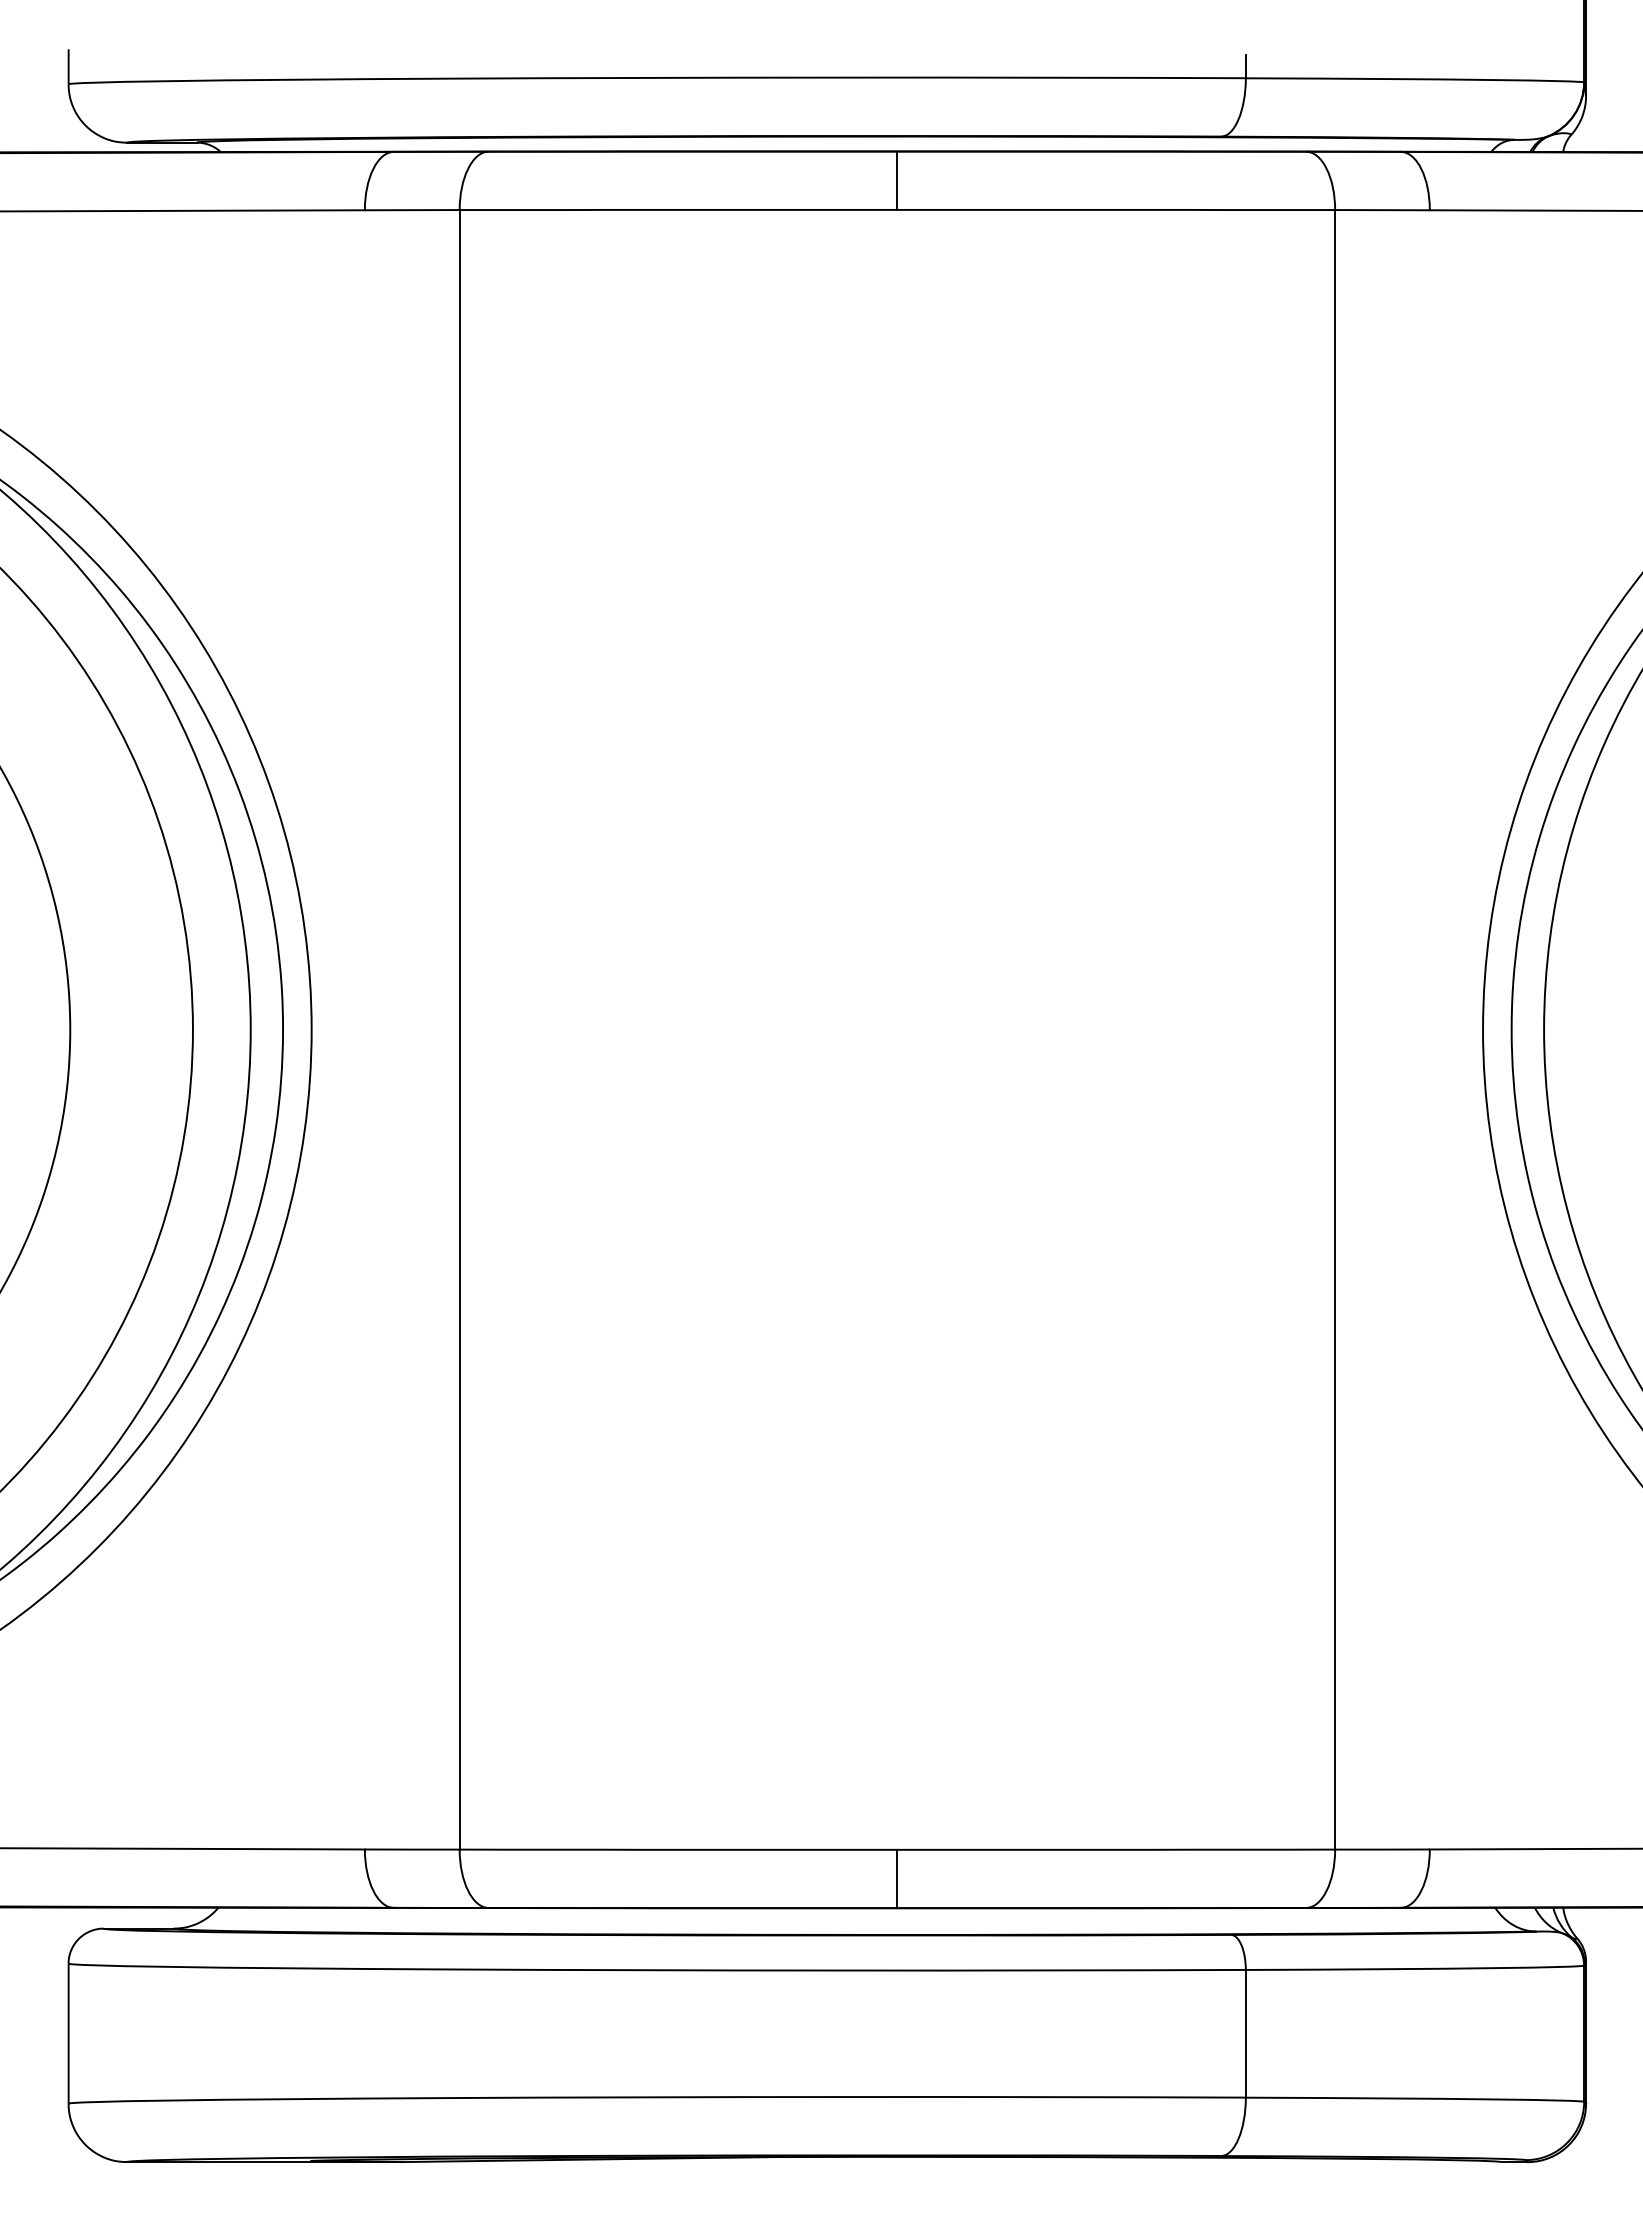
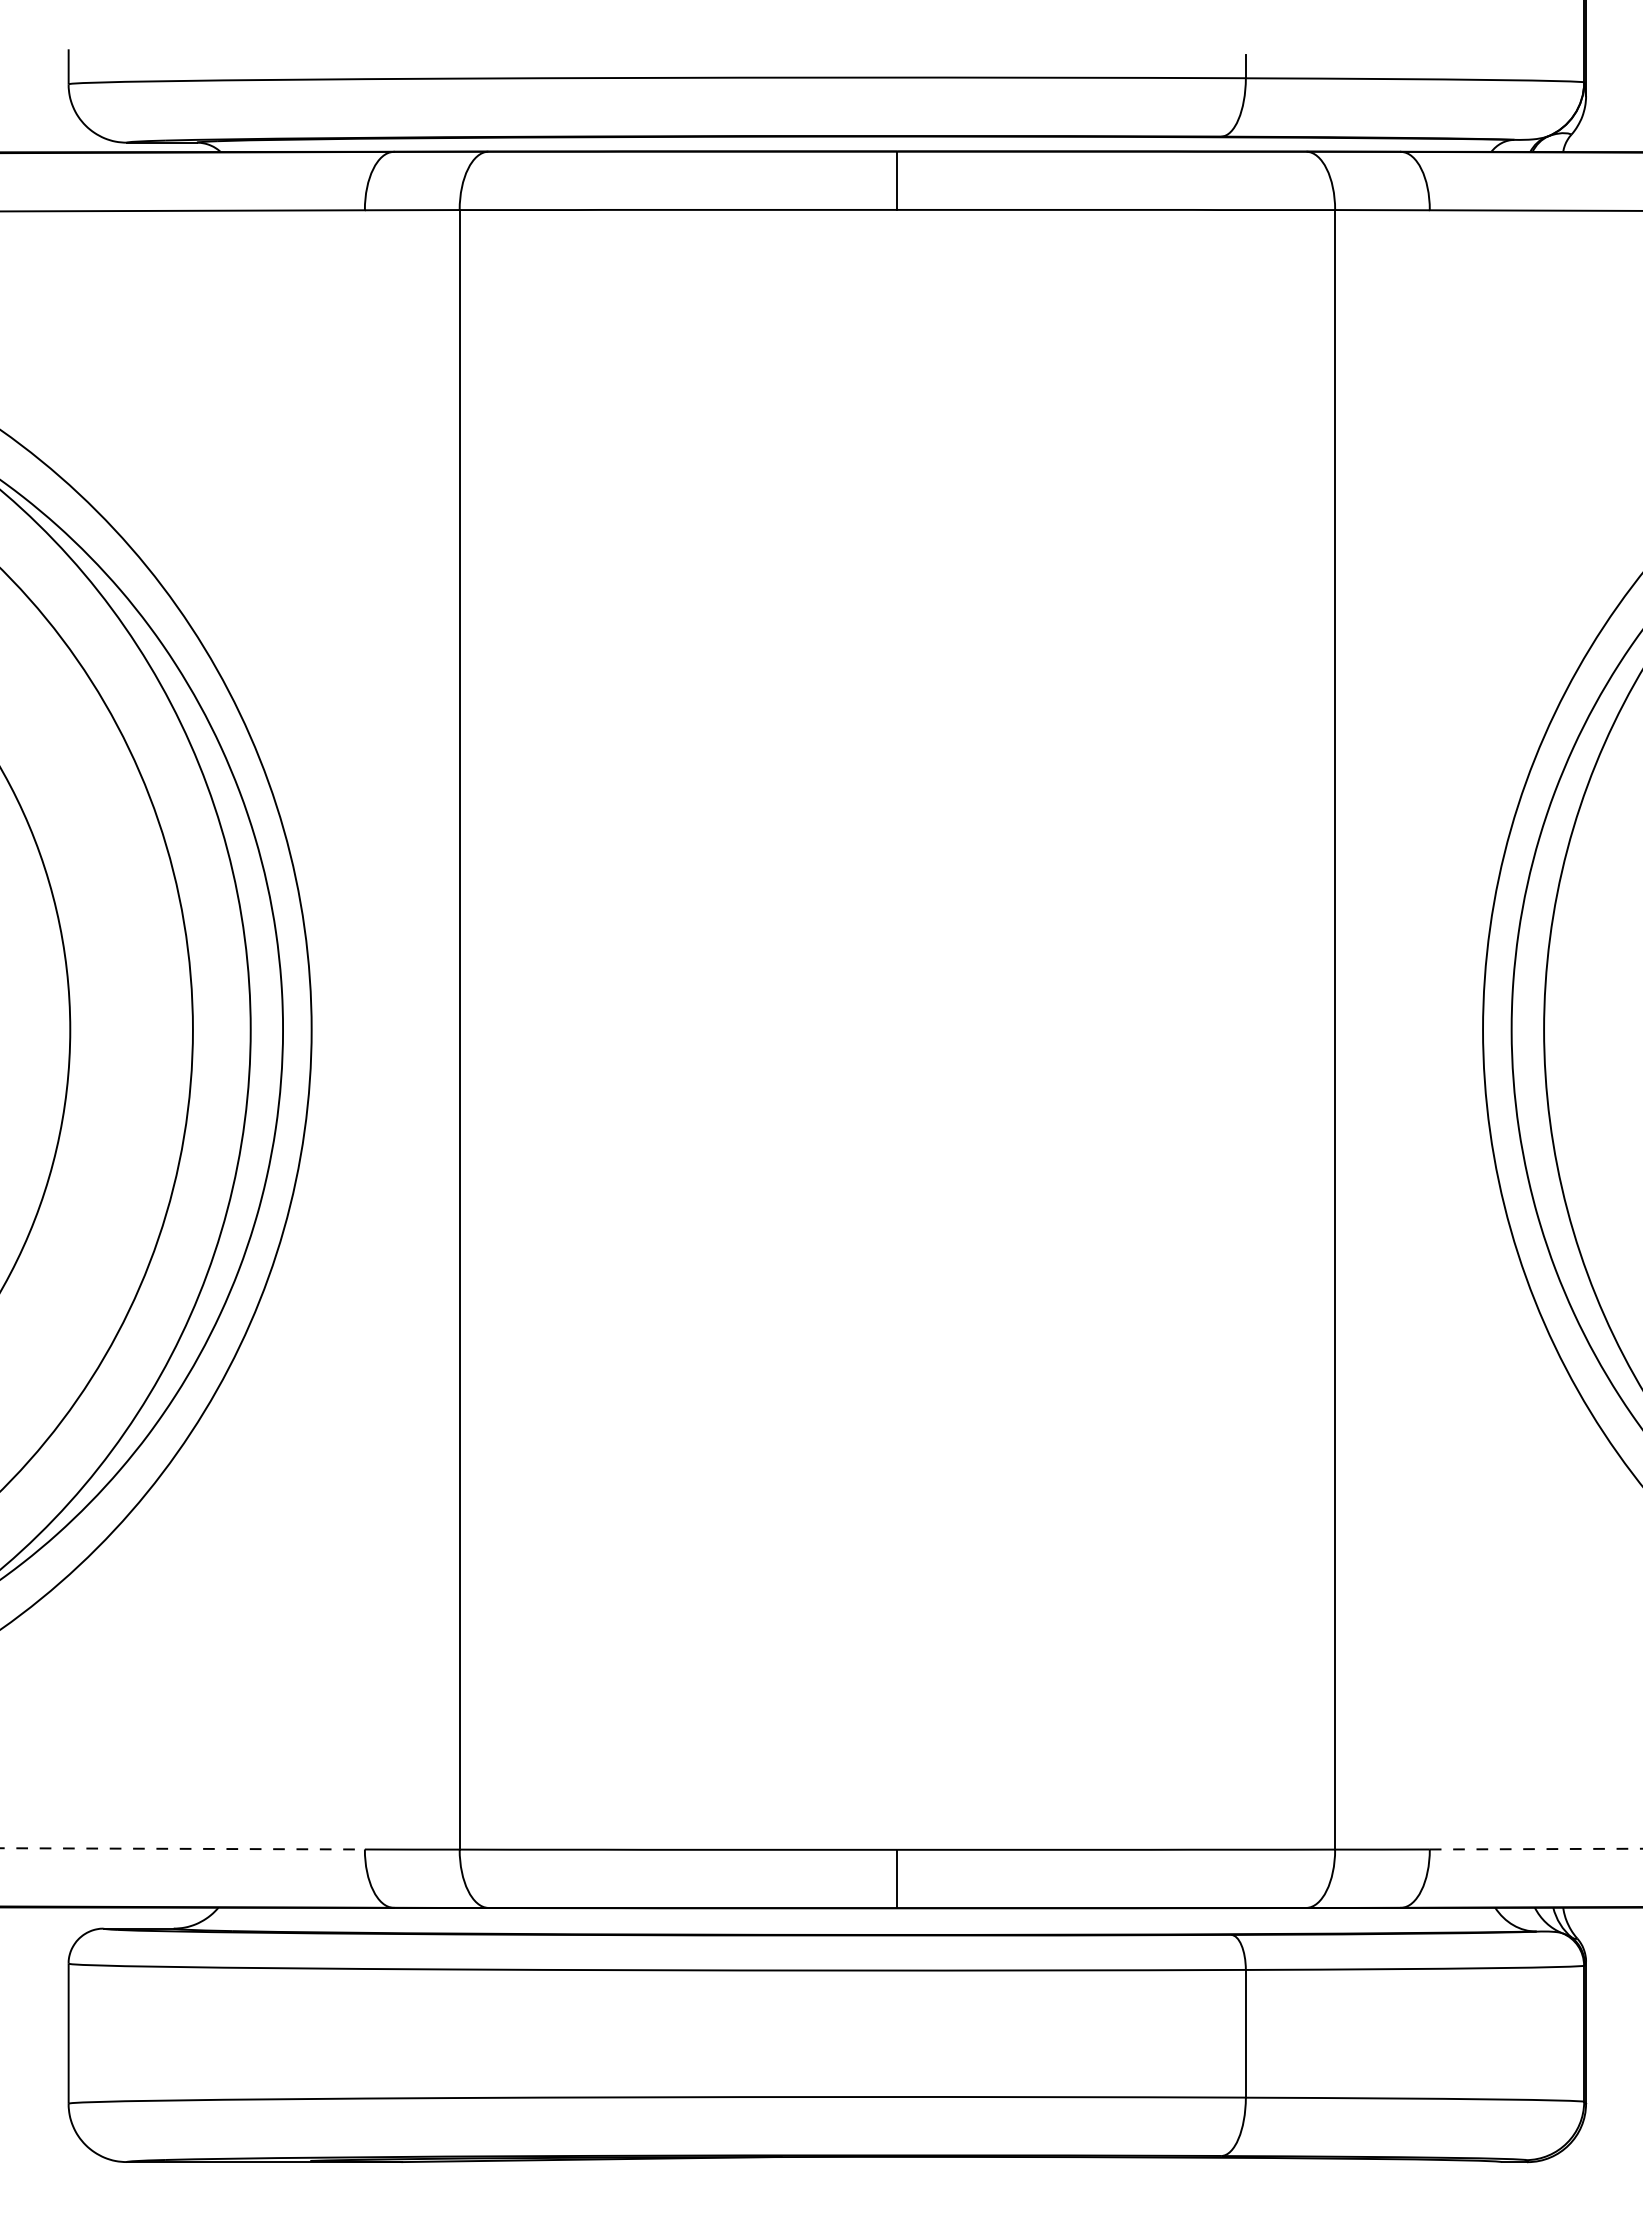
line at (182, 1848): solid -> dashed
line at (1536, 1849): solid -> dashed
